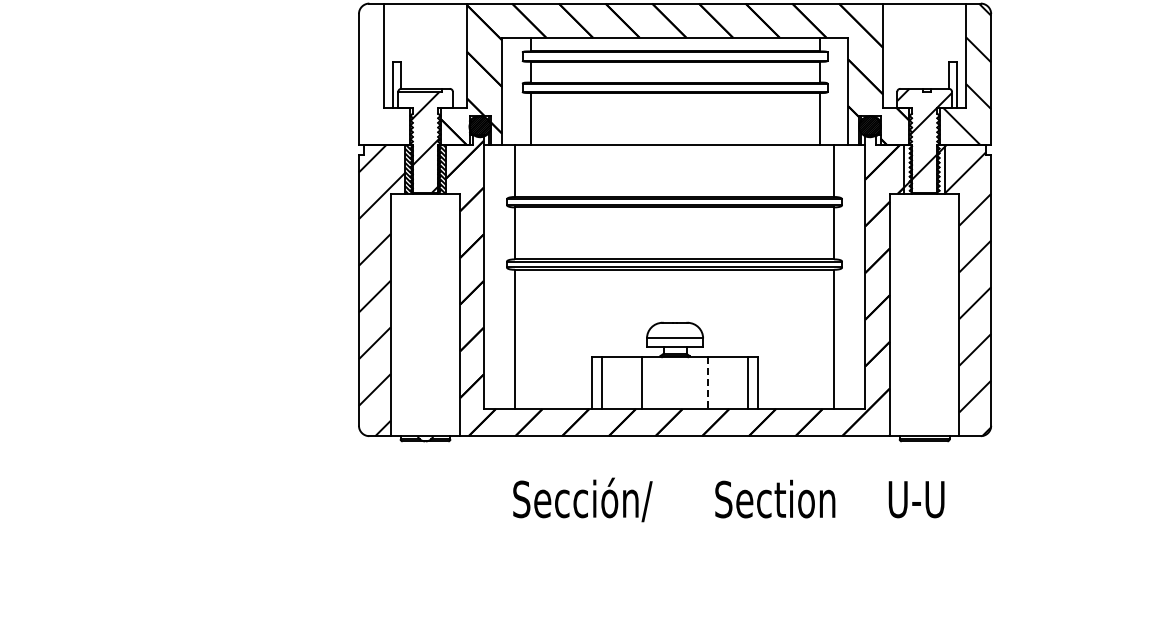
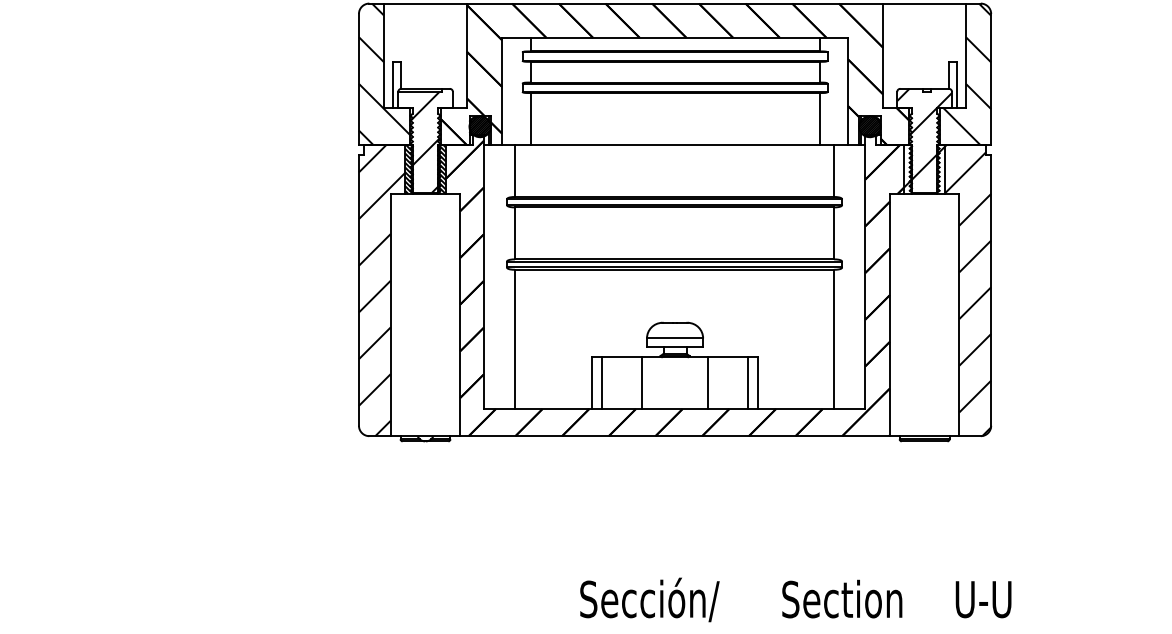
hatch at (384, 74): none -> present
line at (708, 383): dashed -> solid
text at (728, 499) position: (728, 499) -> (795, 599)
